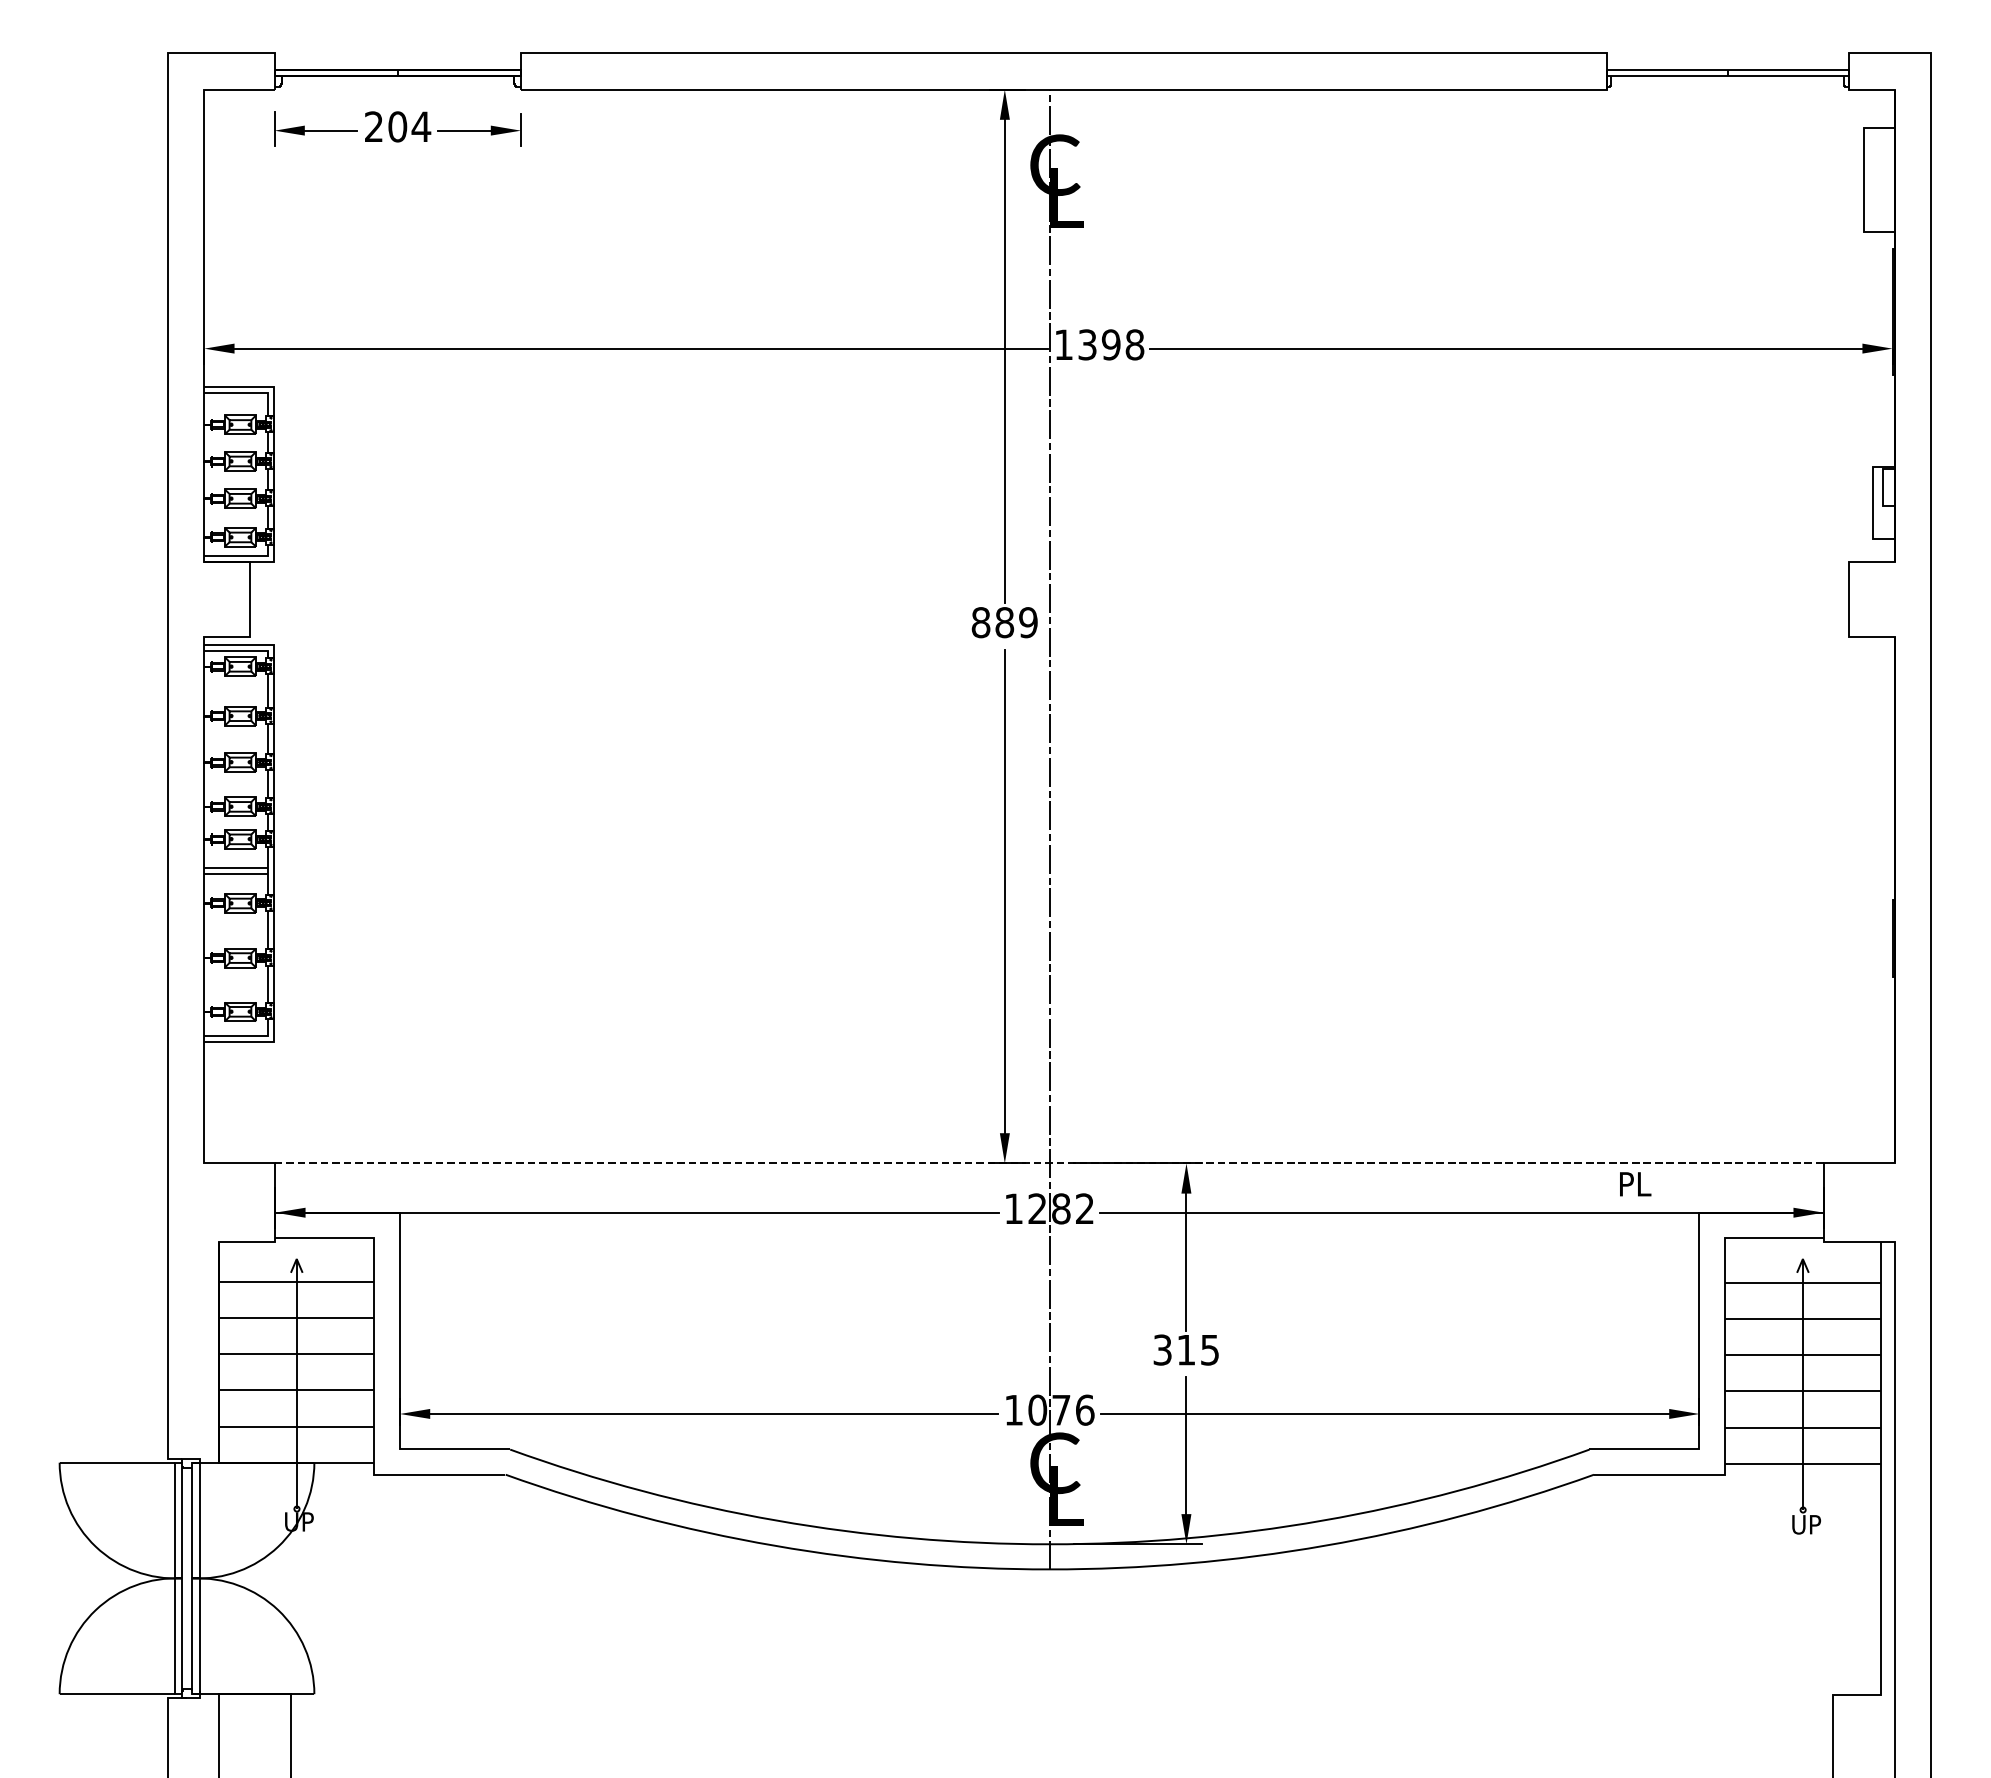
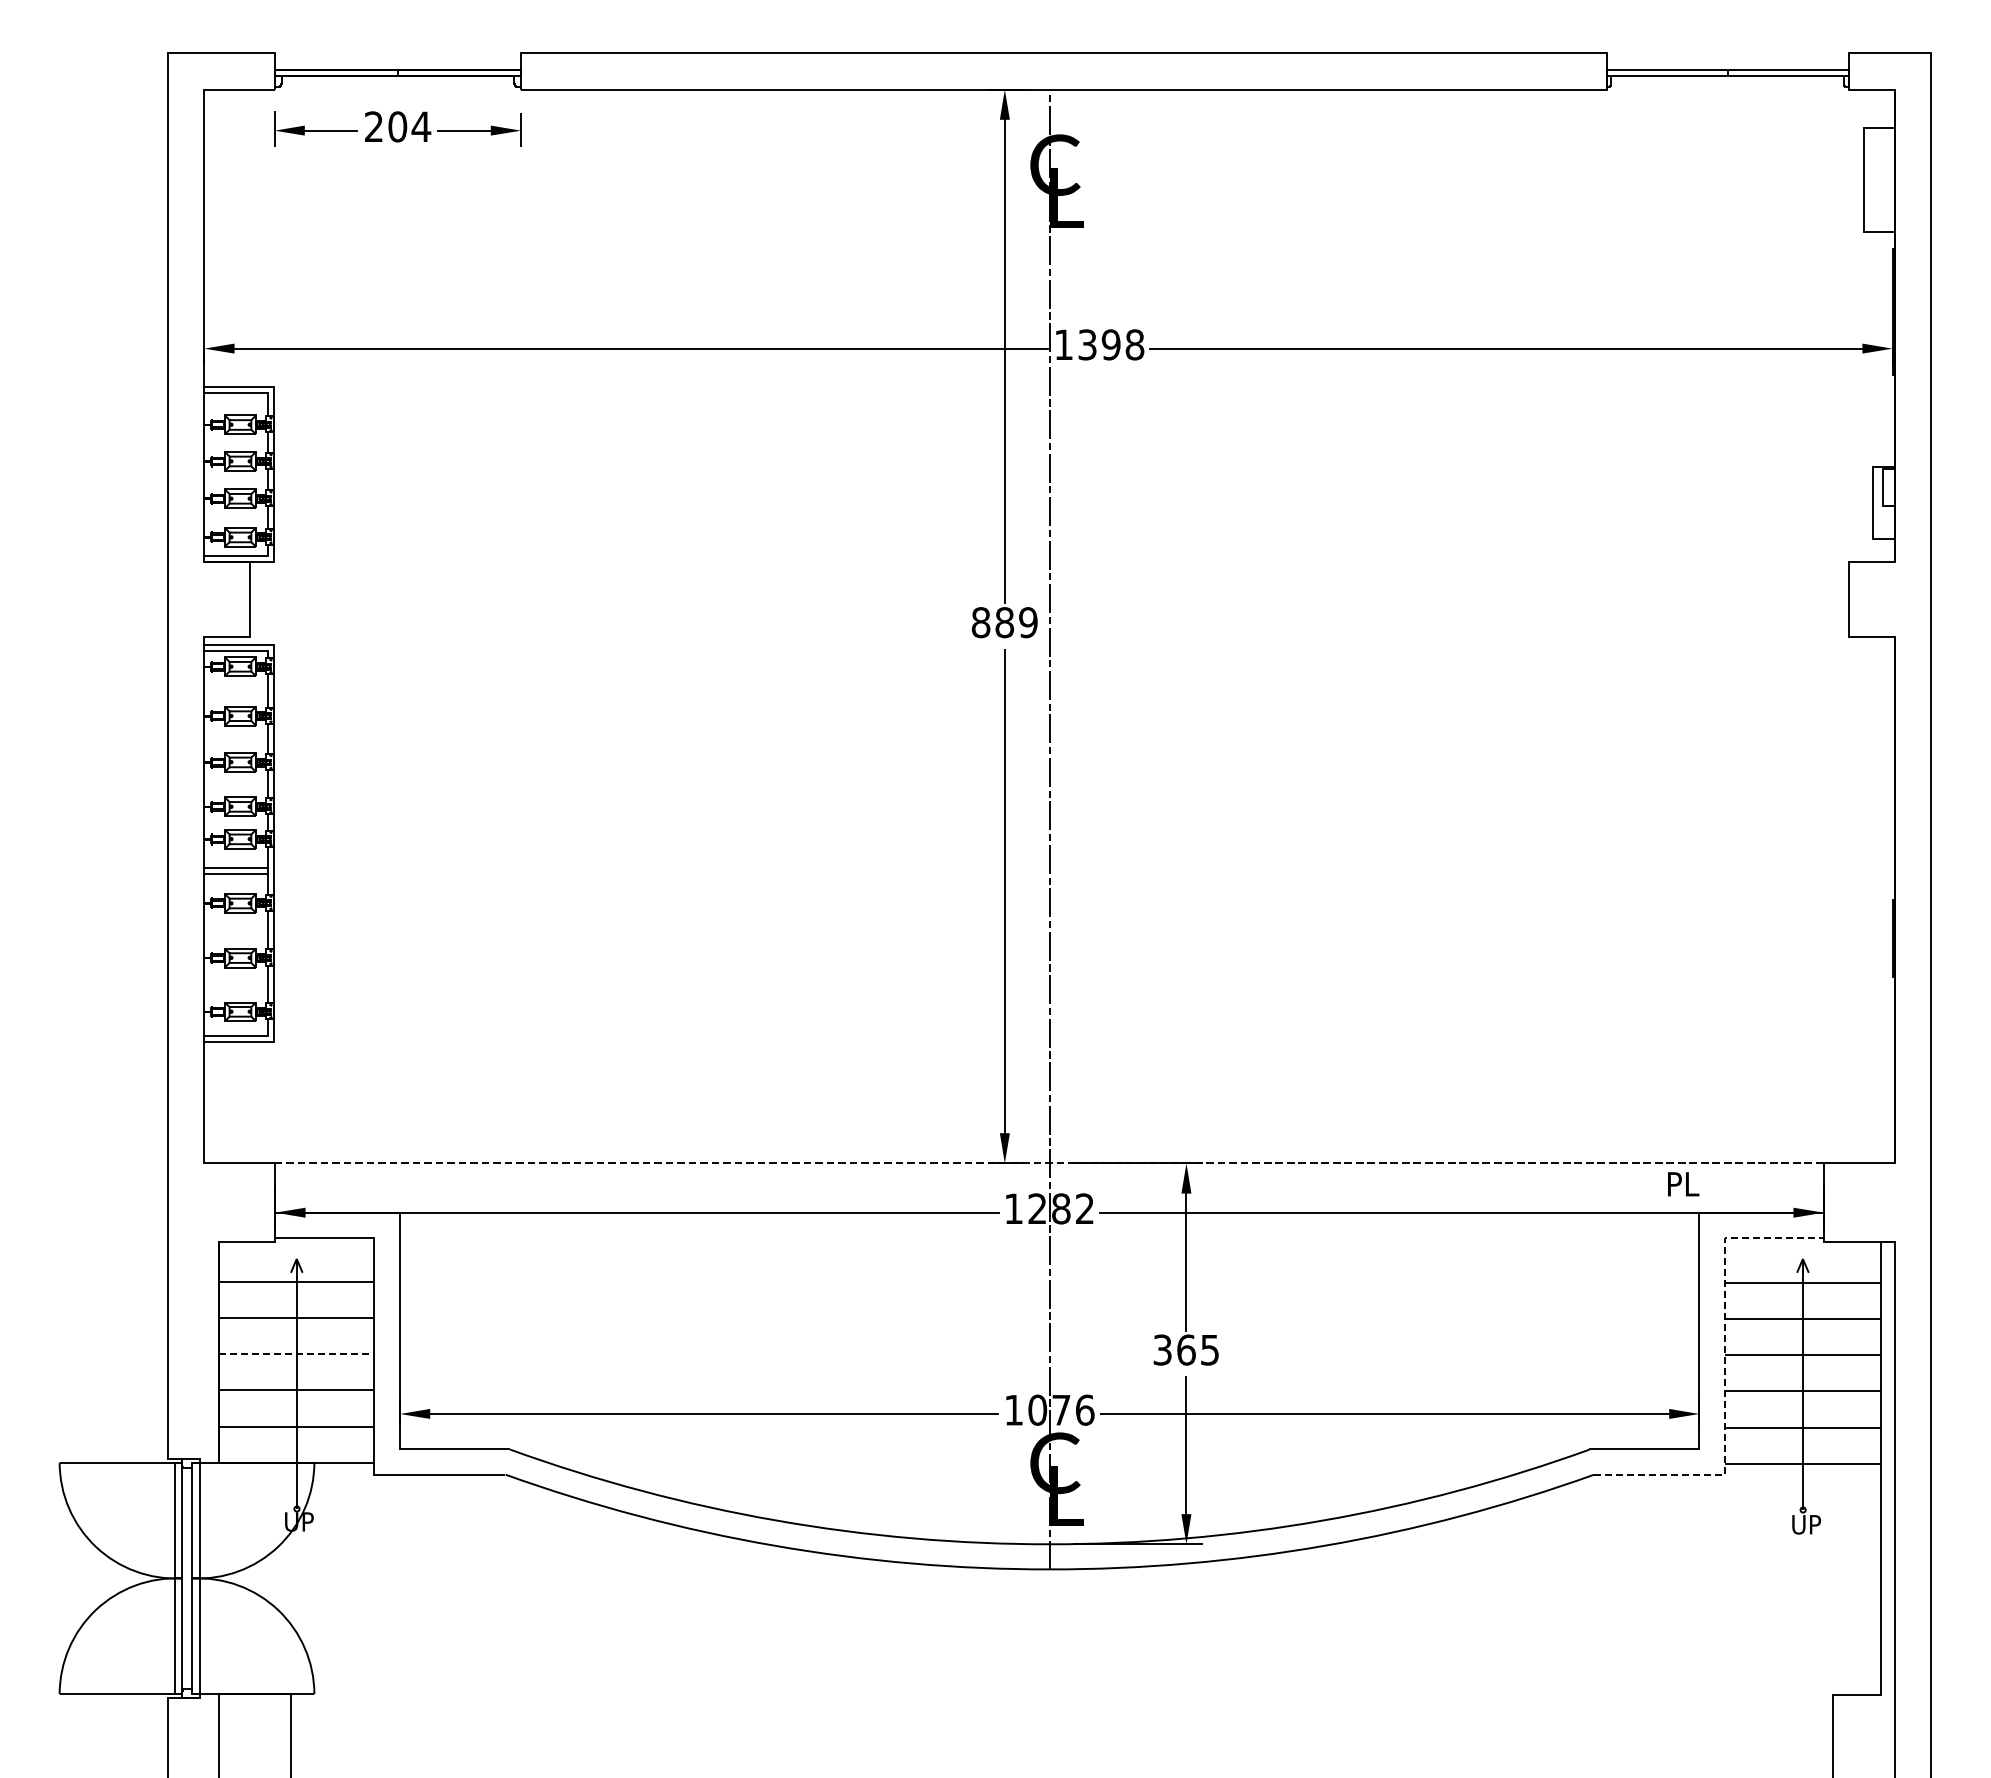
text at (1635, 1184) position: (1635, 1184) -> (1683, 1184)
text at (1186, 1349): 315 -> 365
line at (296, 1354): solid -> dashed
line at (1724, 1372): solid -> dashed
